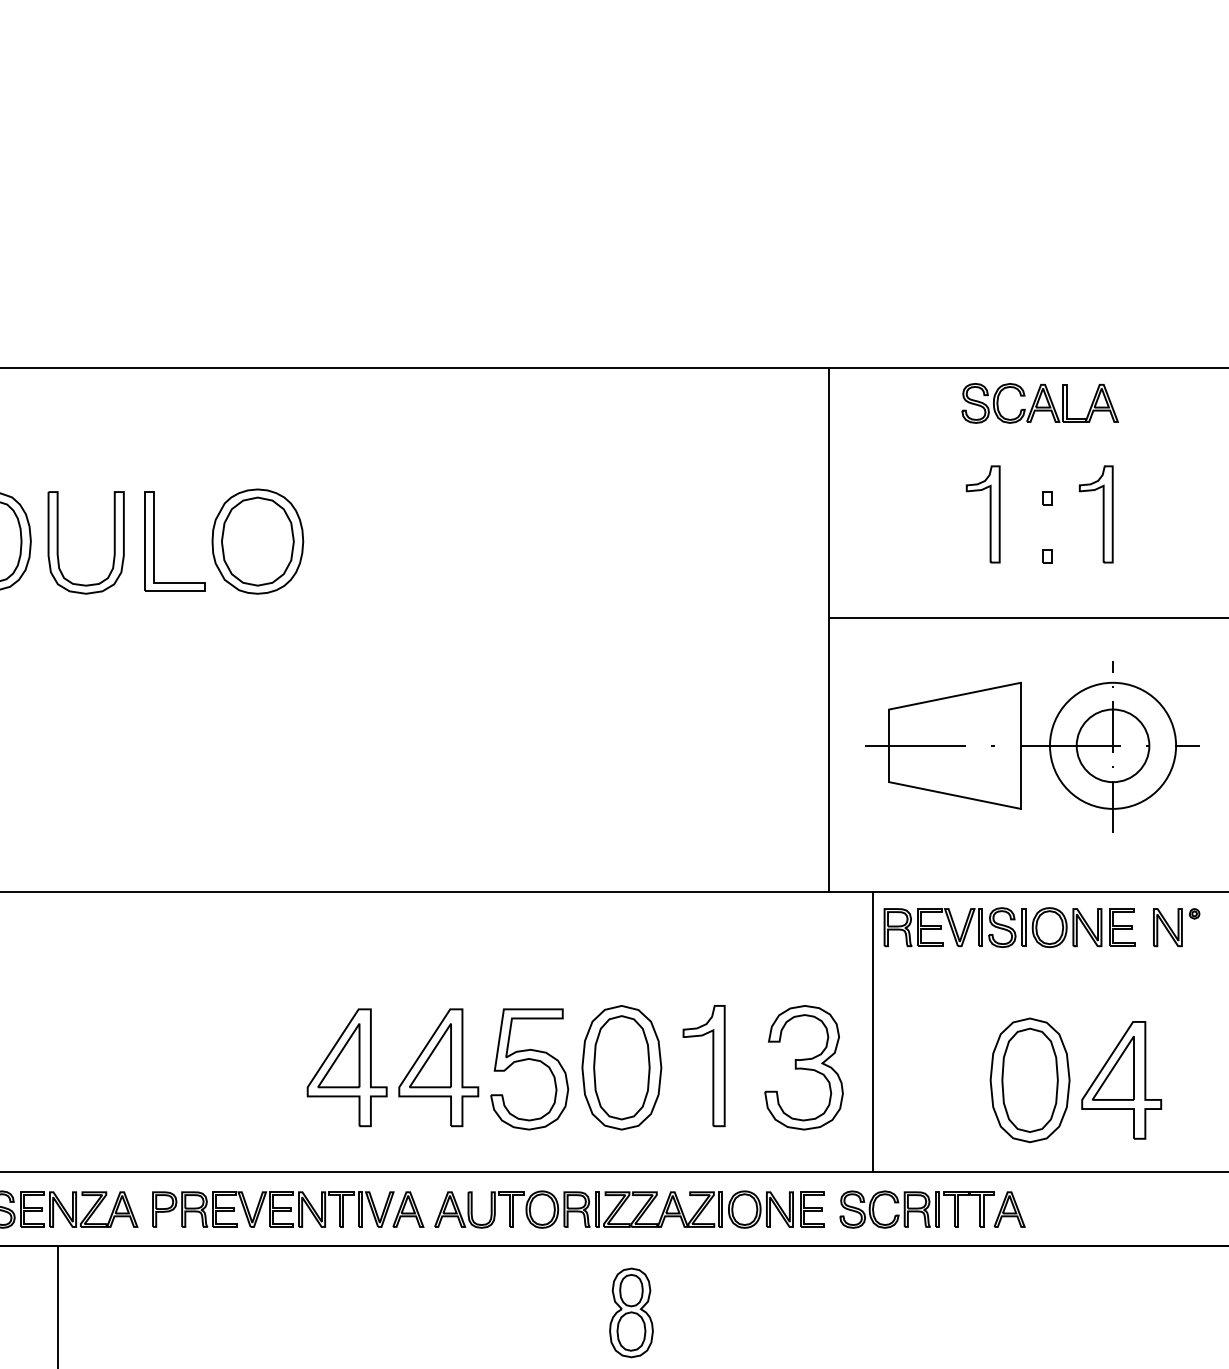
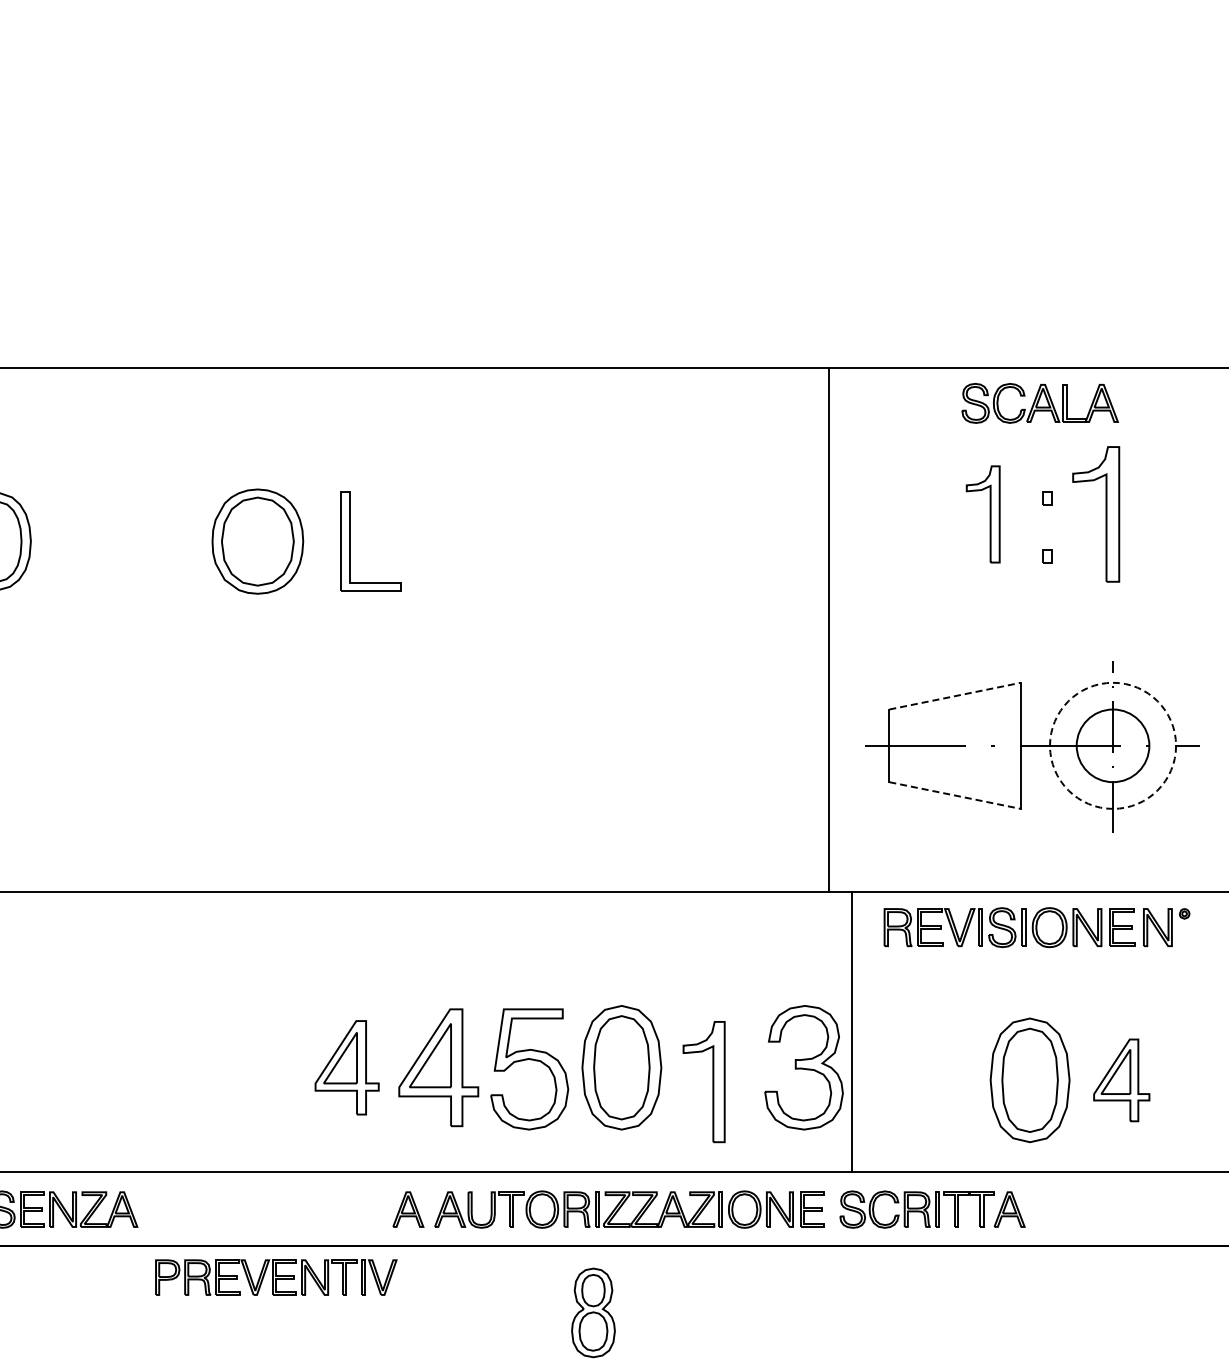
part at (1096, 514) size: 35x99 px -> 49x137 px
part at (154, 541) position: (154, 541) -> (350, 541)
part at (58, 542): present -> none
line at (1026, 618): present -> none
line at (955, 696): solid -> dashed
circle at (1112, 745): solid -> dashed
line at (955, 795): solid -> dashed
part at (1176, 927) position: (1176, 927) -> (1166, 927)
line at (873, 1032) position: (873, 1032) -> (852, 1032)
part at (712, 1066) position: (712, 1066) -> (712, 1082)
part at (346, 1067) size: 82x120 px -> 66x96 px
part at (1121, 1080) size: 82x119 px -> 58x85 px
part at (273, 1209) position: (273, 1209) -> (276, 1277)
line at (58, 1305): present -> none
part at (631, 1312) position: (631, 1312) -> (593, 1312)
